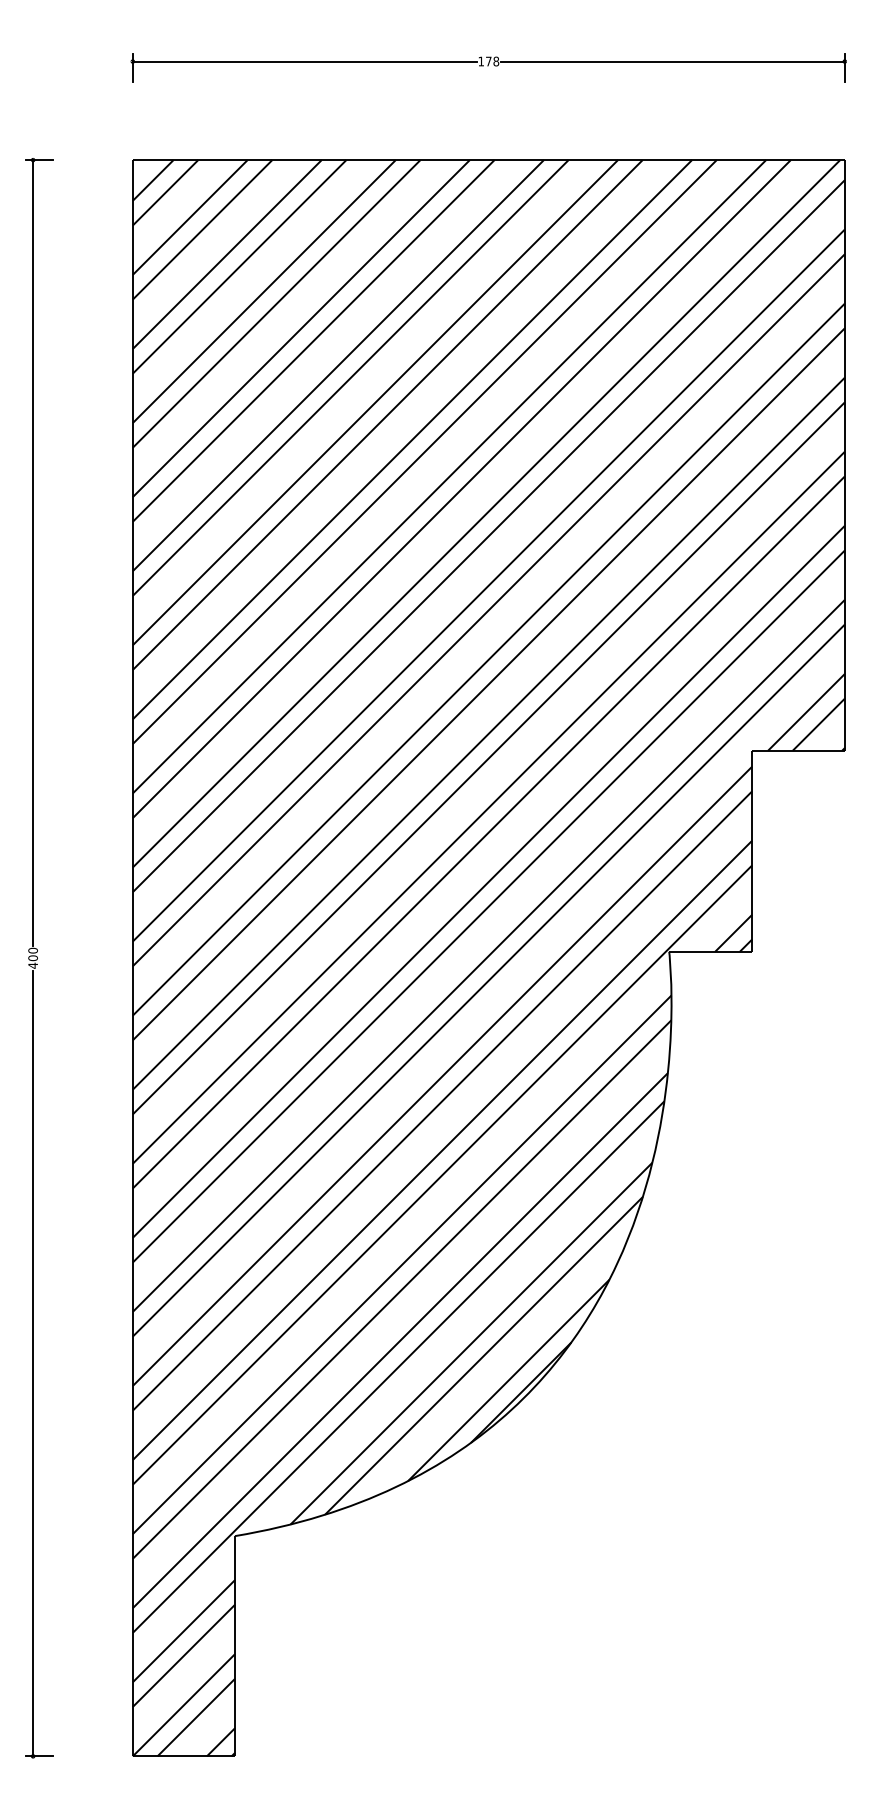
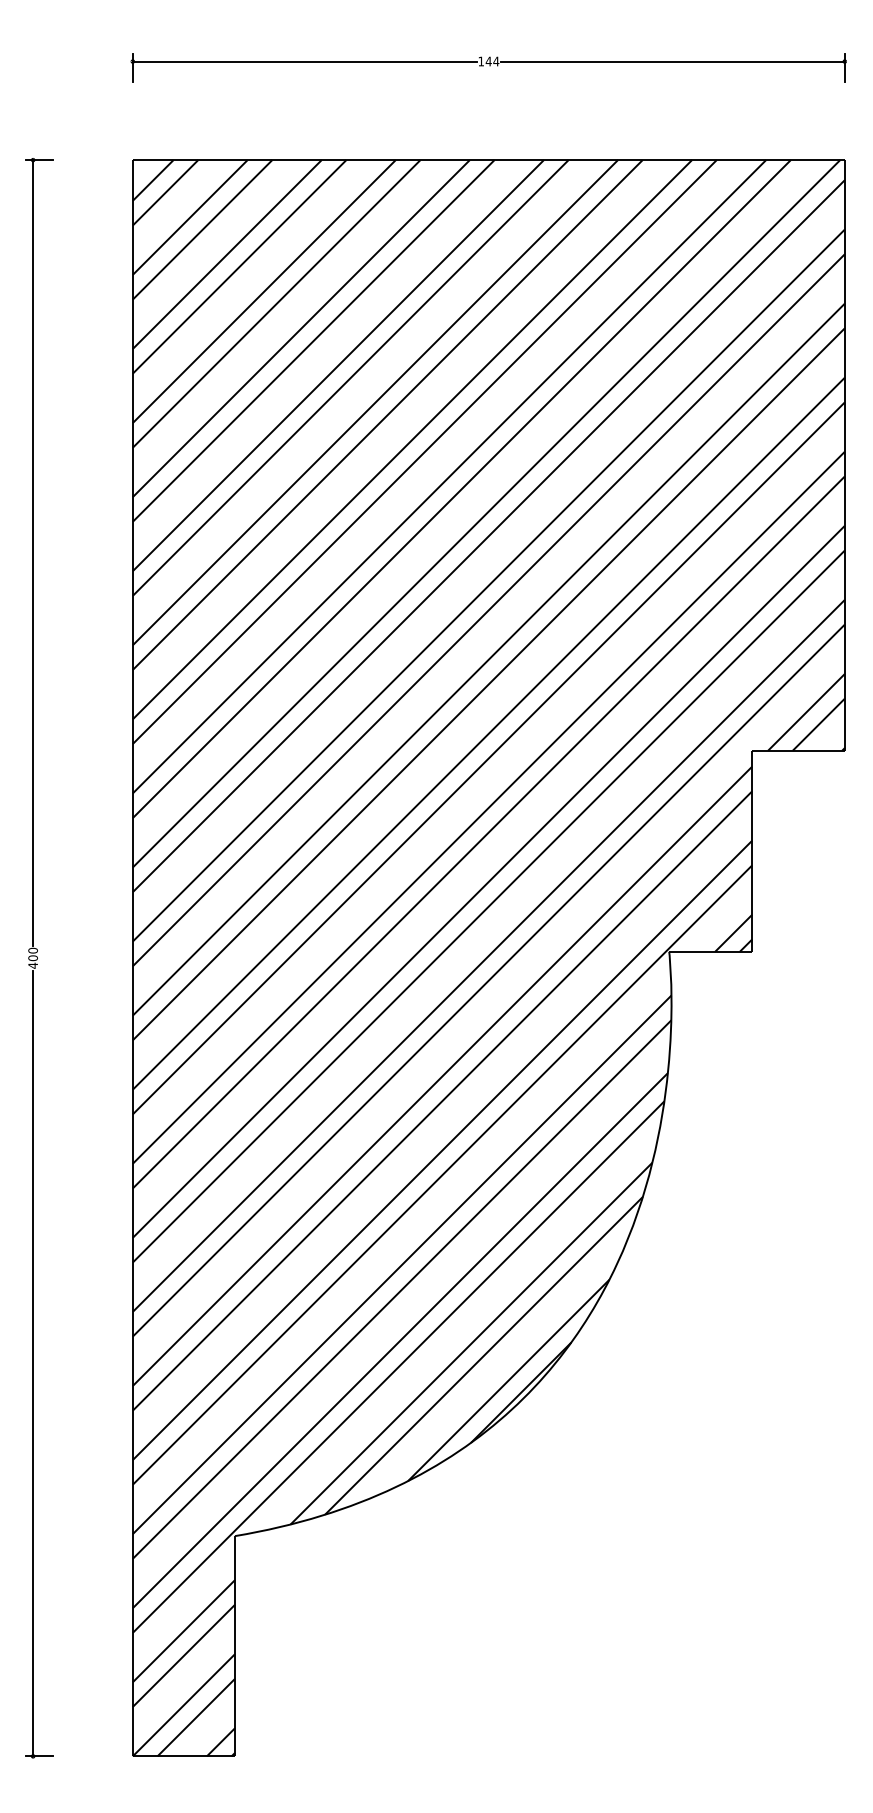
text at (492, 61): 178 -> 144
